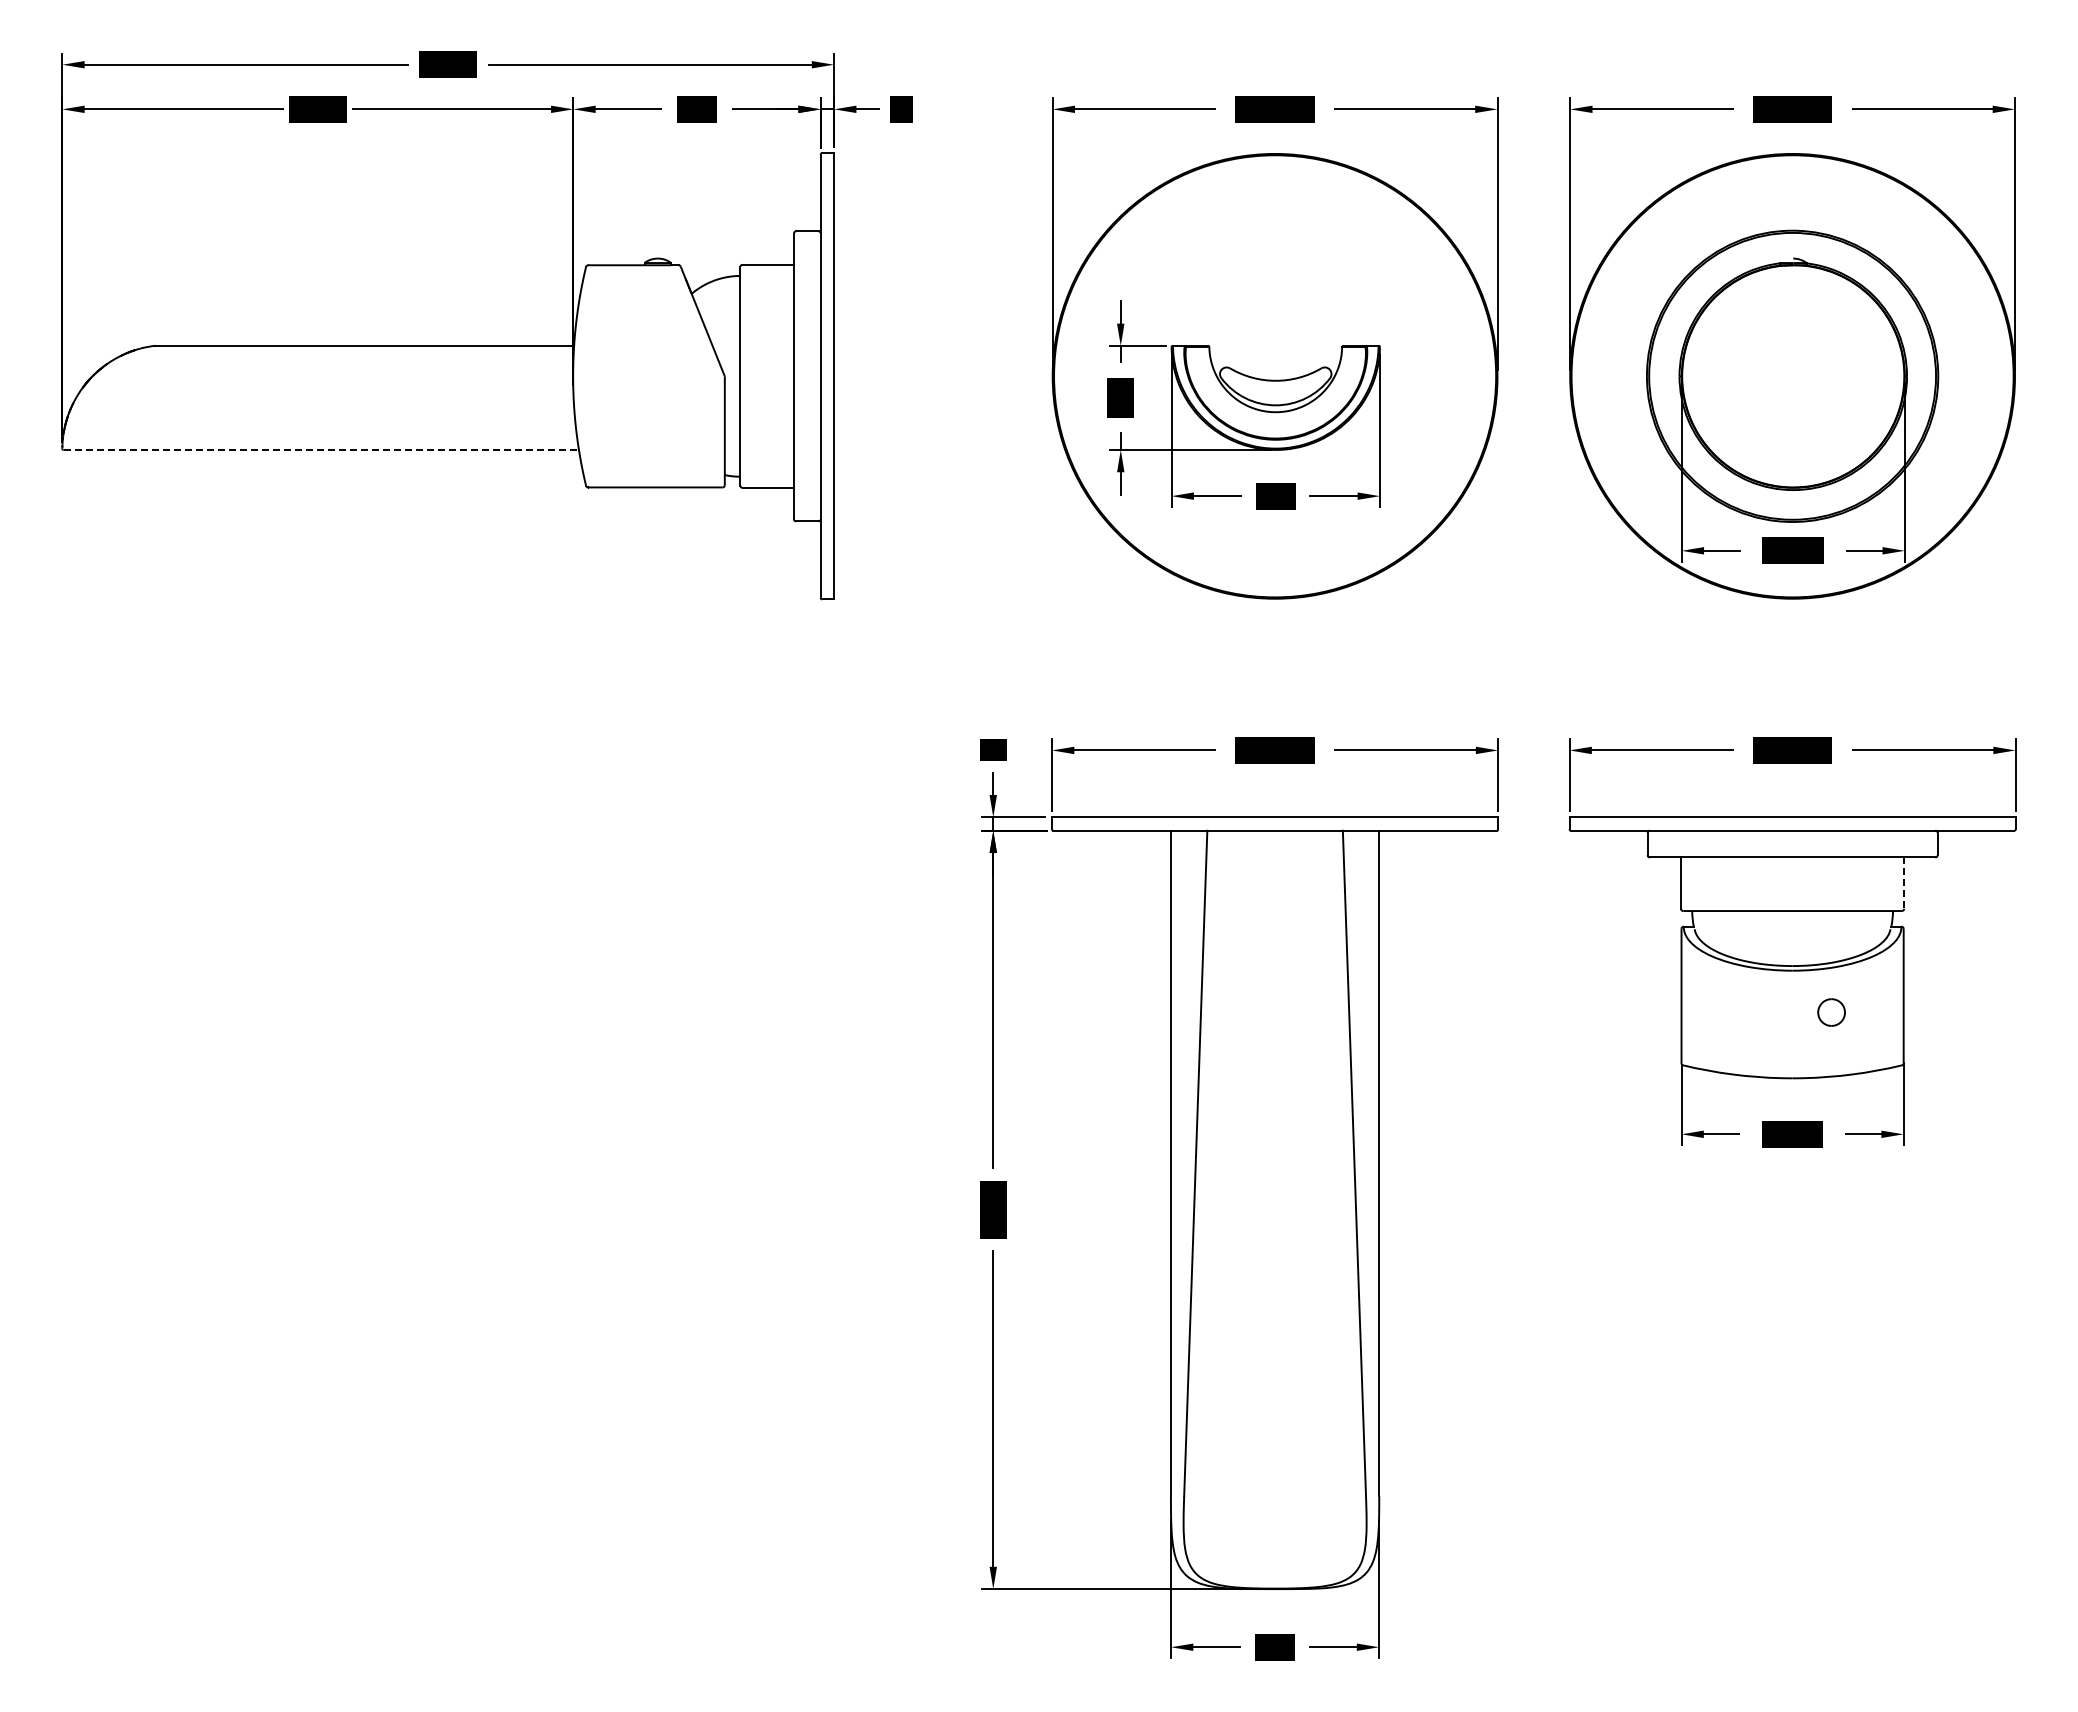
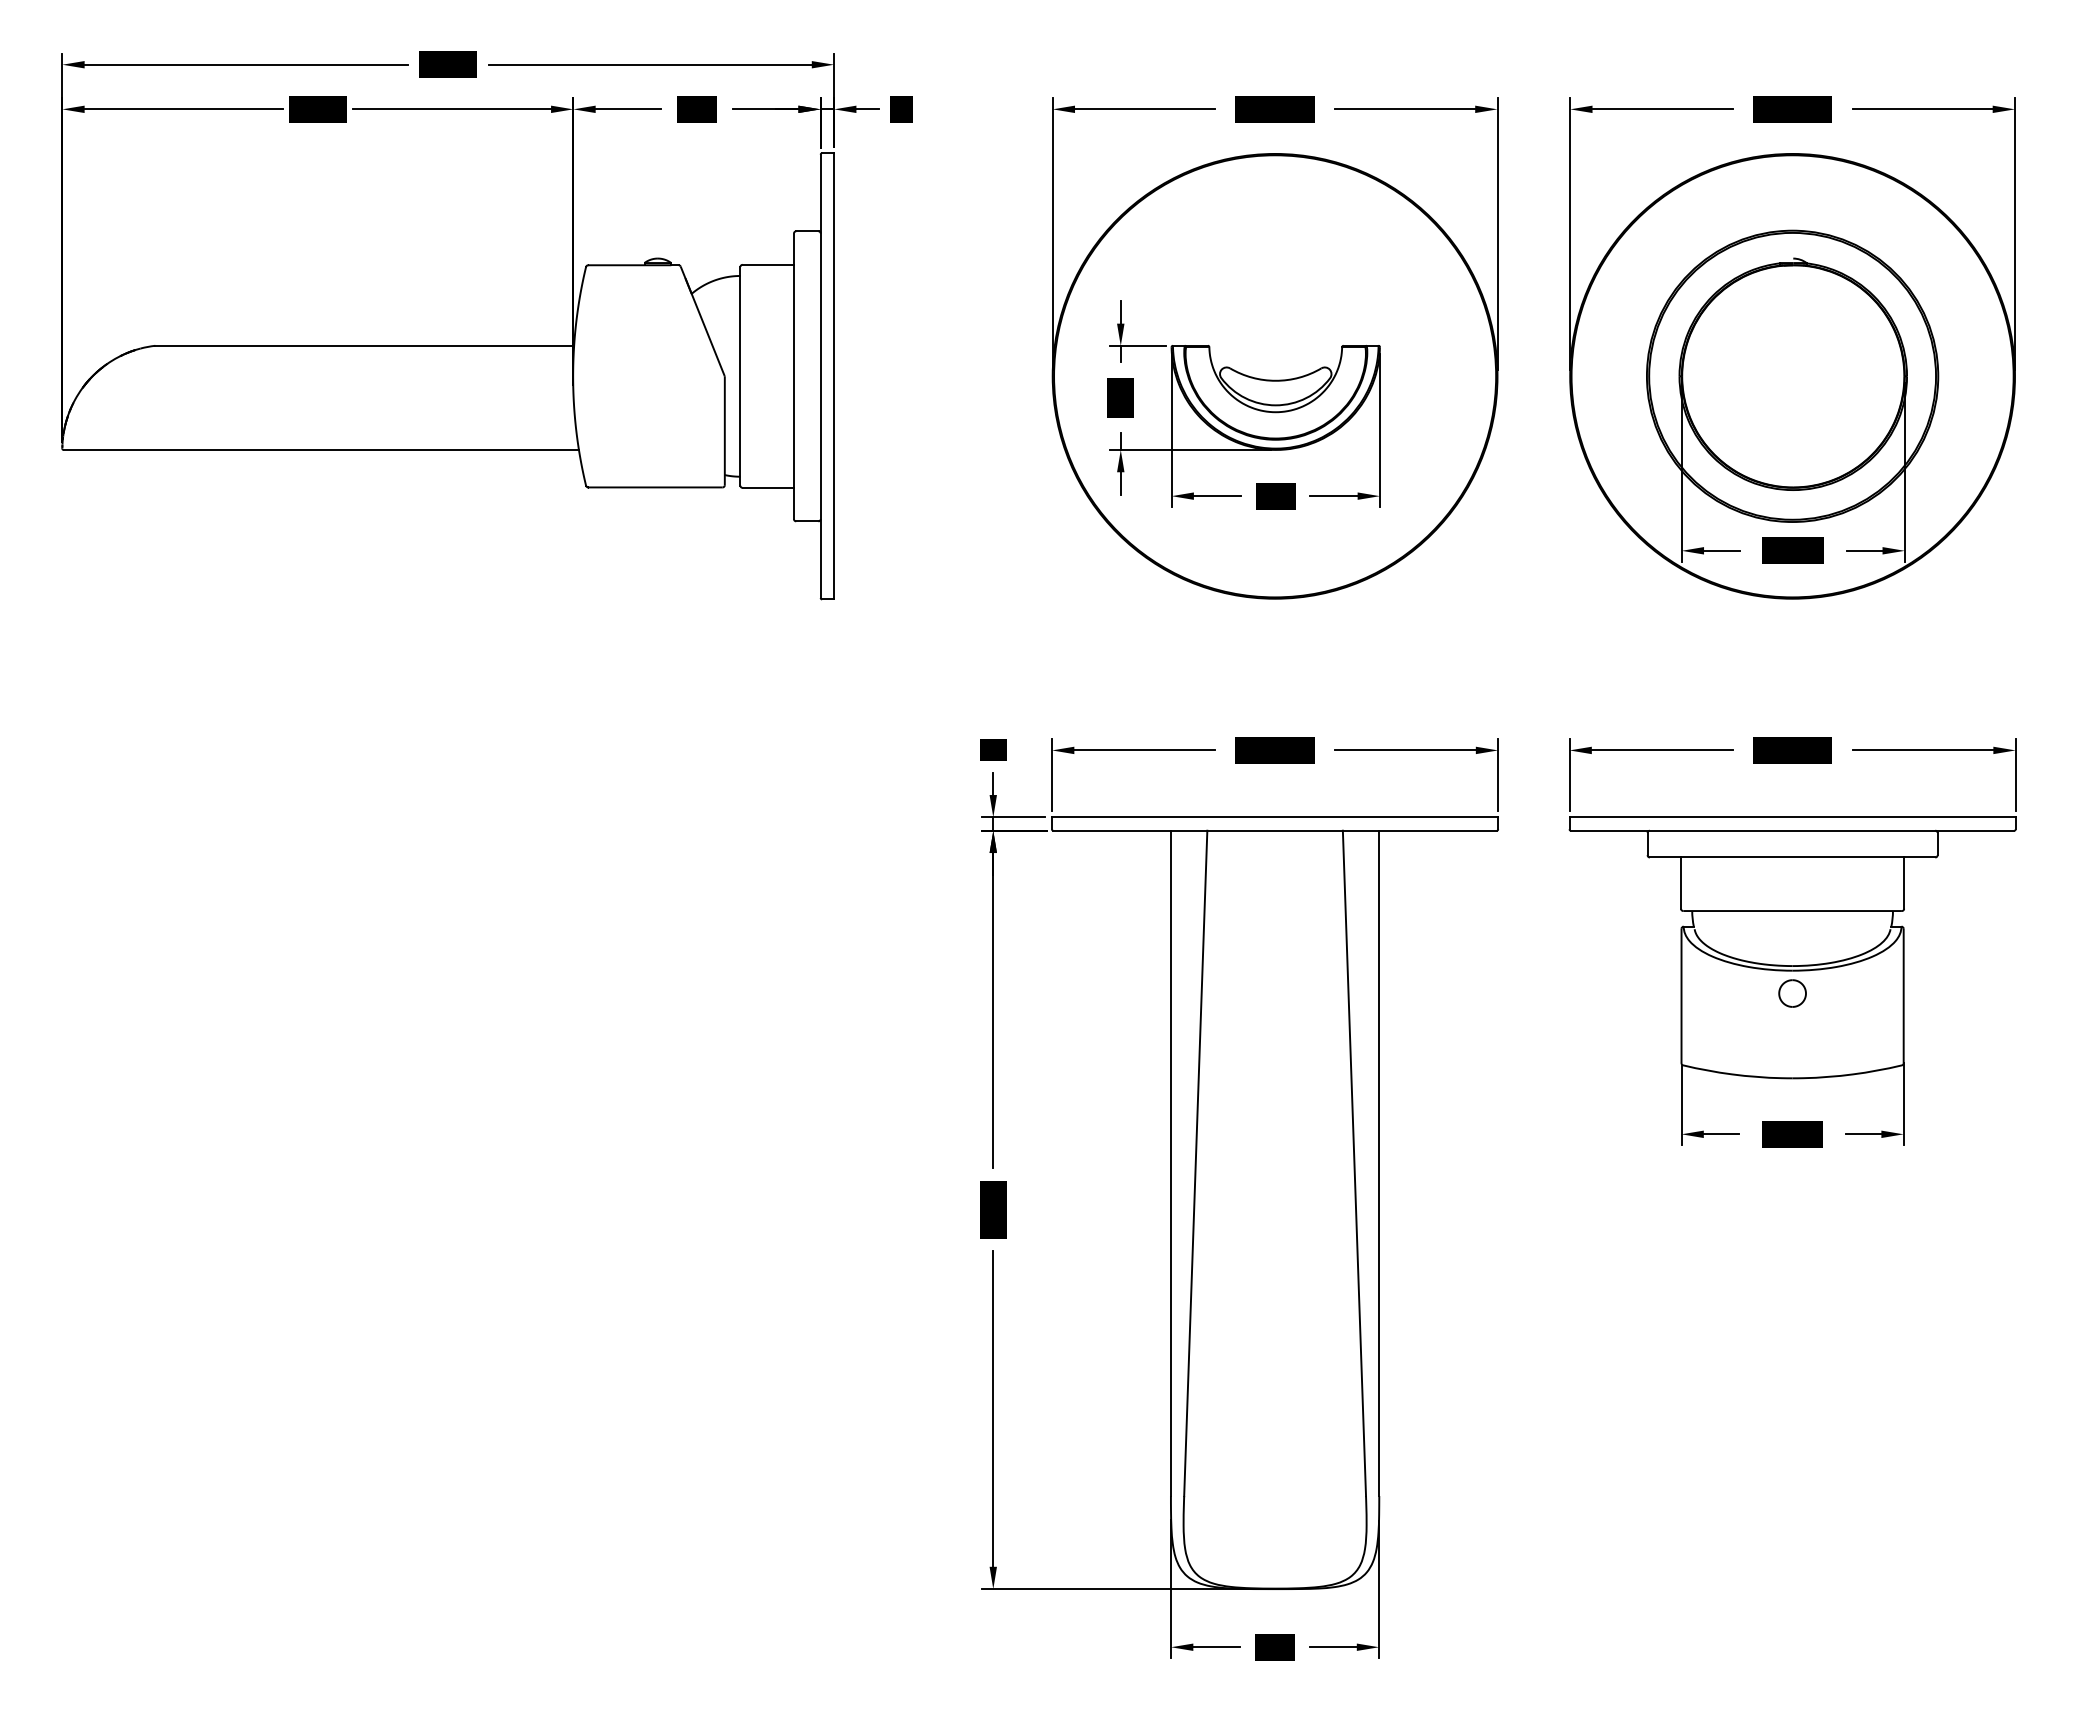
line at (321, 449): dashed -> solid
line at (1904, 883): dashed -> solid
part at (1831, 1012) position: (1831, 1012) -> (1792, 993)
